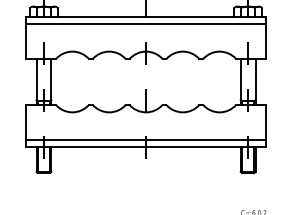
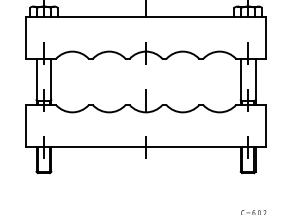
line at (145, 24): present -> none
line at (145, 139): present -> none
